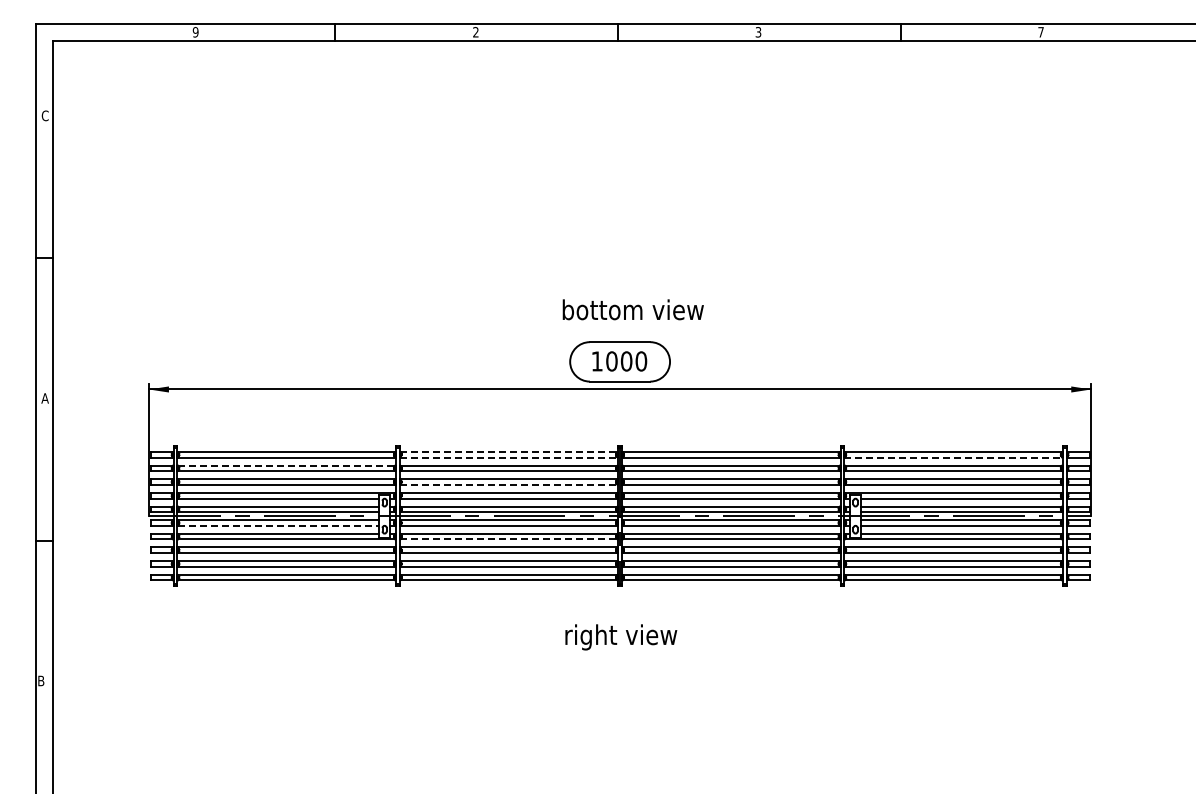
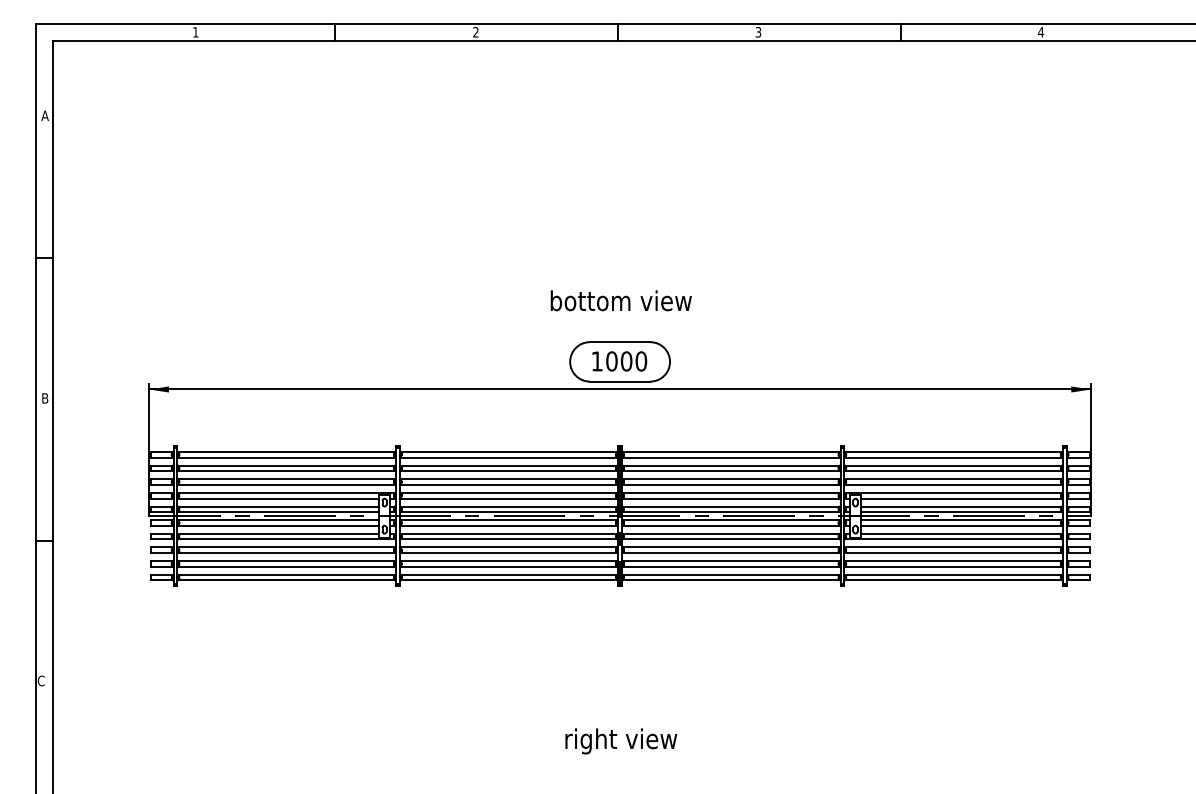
text at (195, 32): 9 -> 1
text at (1041, 32): 7 -> 4
text at (44, 115): C -> A
text at (632, 309) position: (632, 309) -> (620, 300)
text at (44, 398): A -> B
line at (509, 451): dashed -> solid
line at (509, 457): dashed -> solid
line at (954, 457): dashed -> solid
line at (287, 465): dashed -> solid
line at (509, 484): dashed -> solid
line at (278, 525): dashed -> solid
line at (509, 539): dashed -> solid
text at (621, 637) position: (621, 637) -> (621, 741)
text at (40, 680): B -> C
